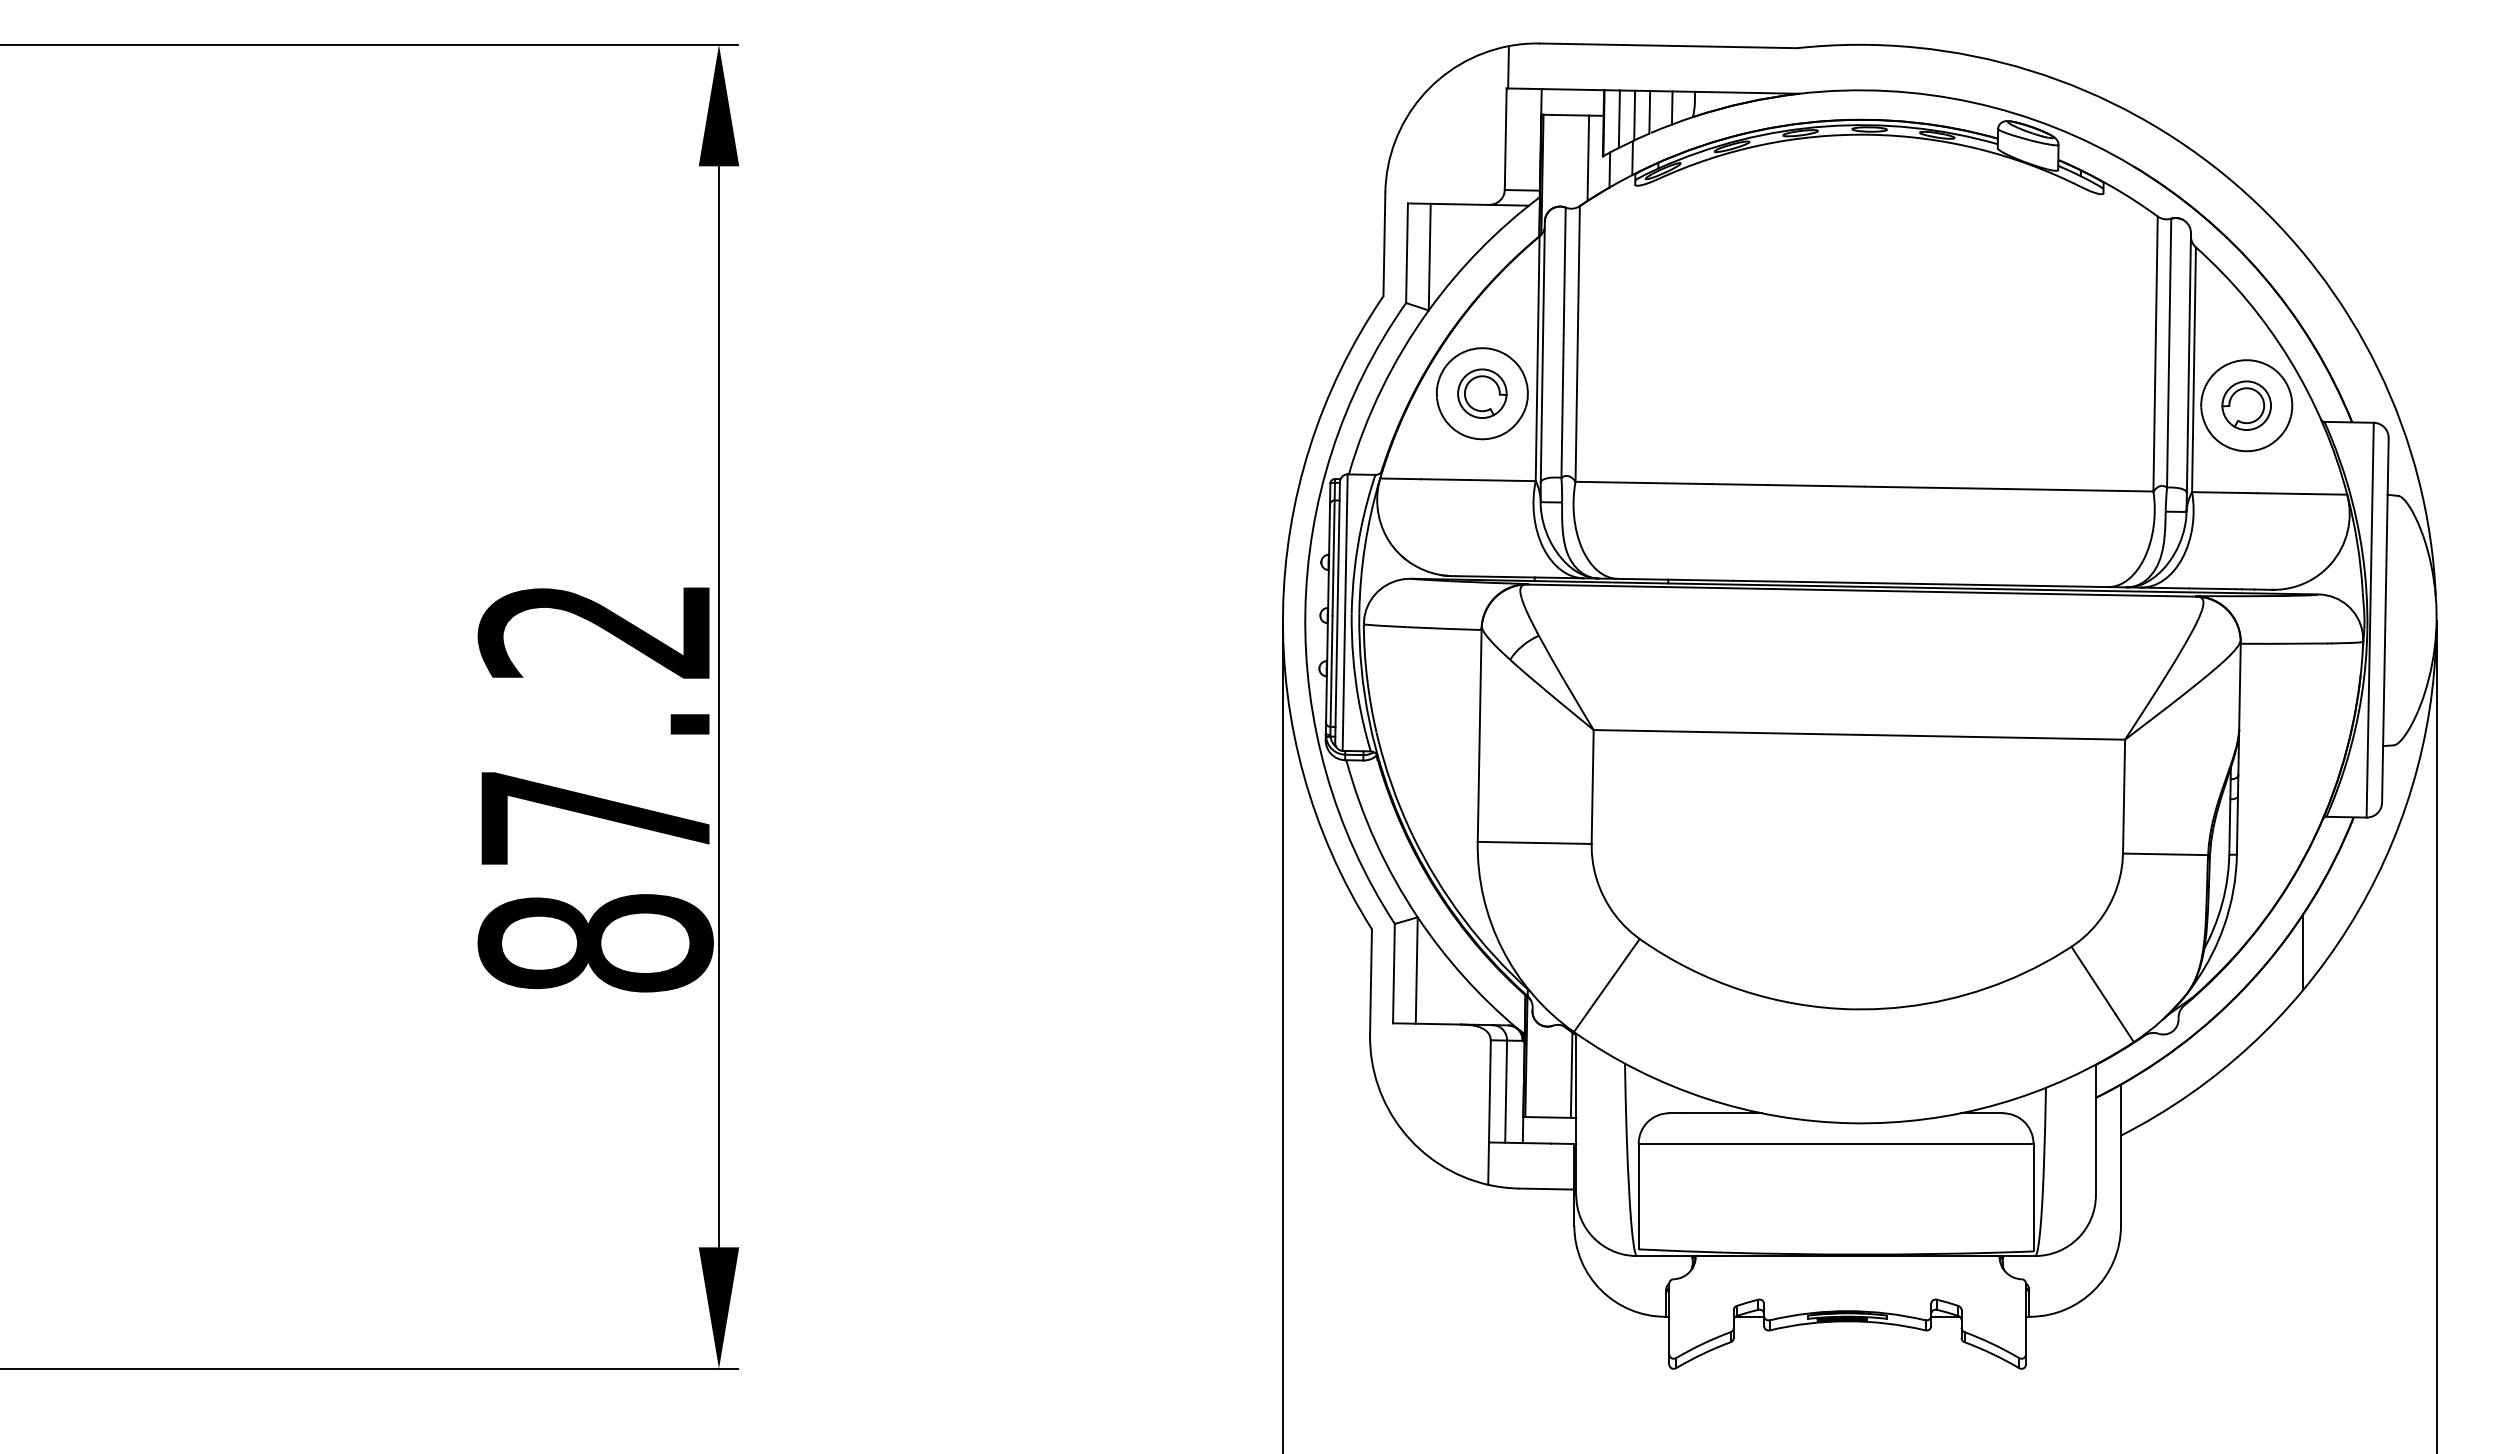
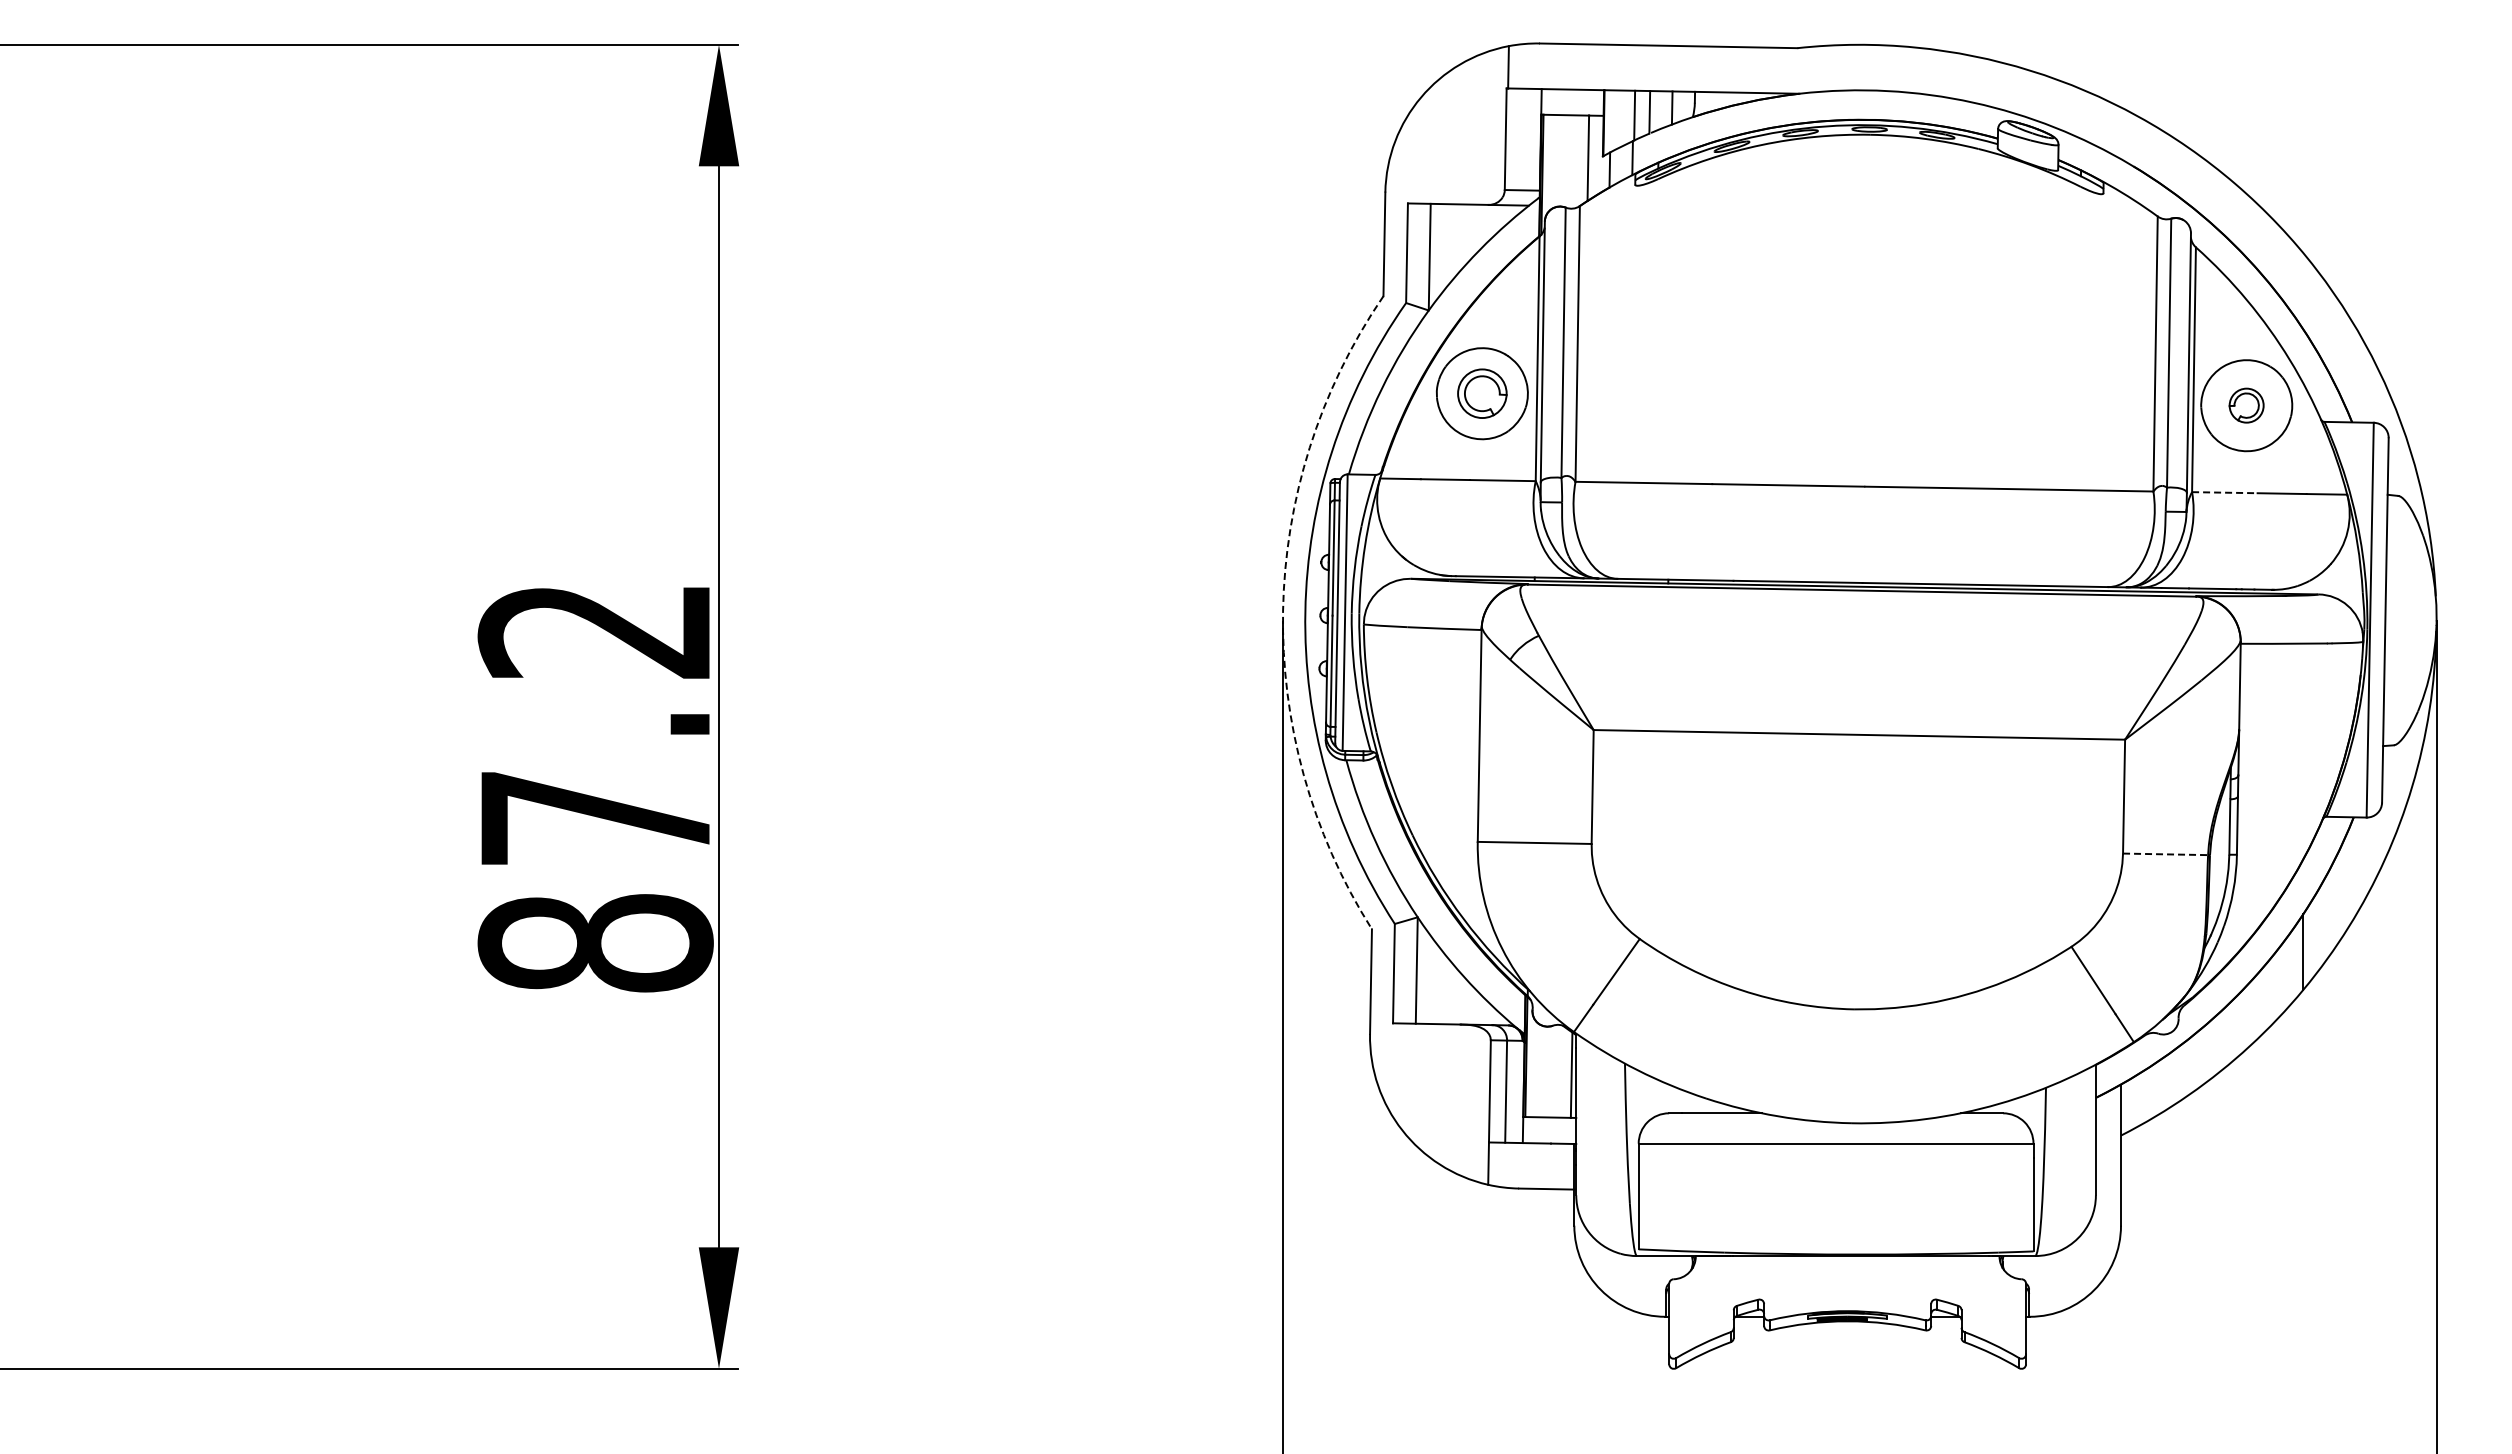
line at (1618, 118): present -> none
part at (2246, 405) size: 51x51 px -> 37x37 px
line at (2224, 492): solid -> dashed
arc at (1283, 611): solid -> dashed
line at (2165, 854): solid -> dashed
